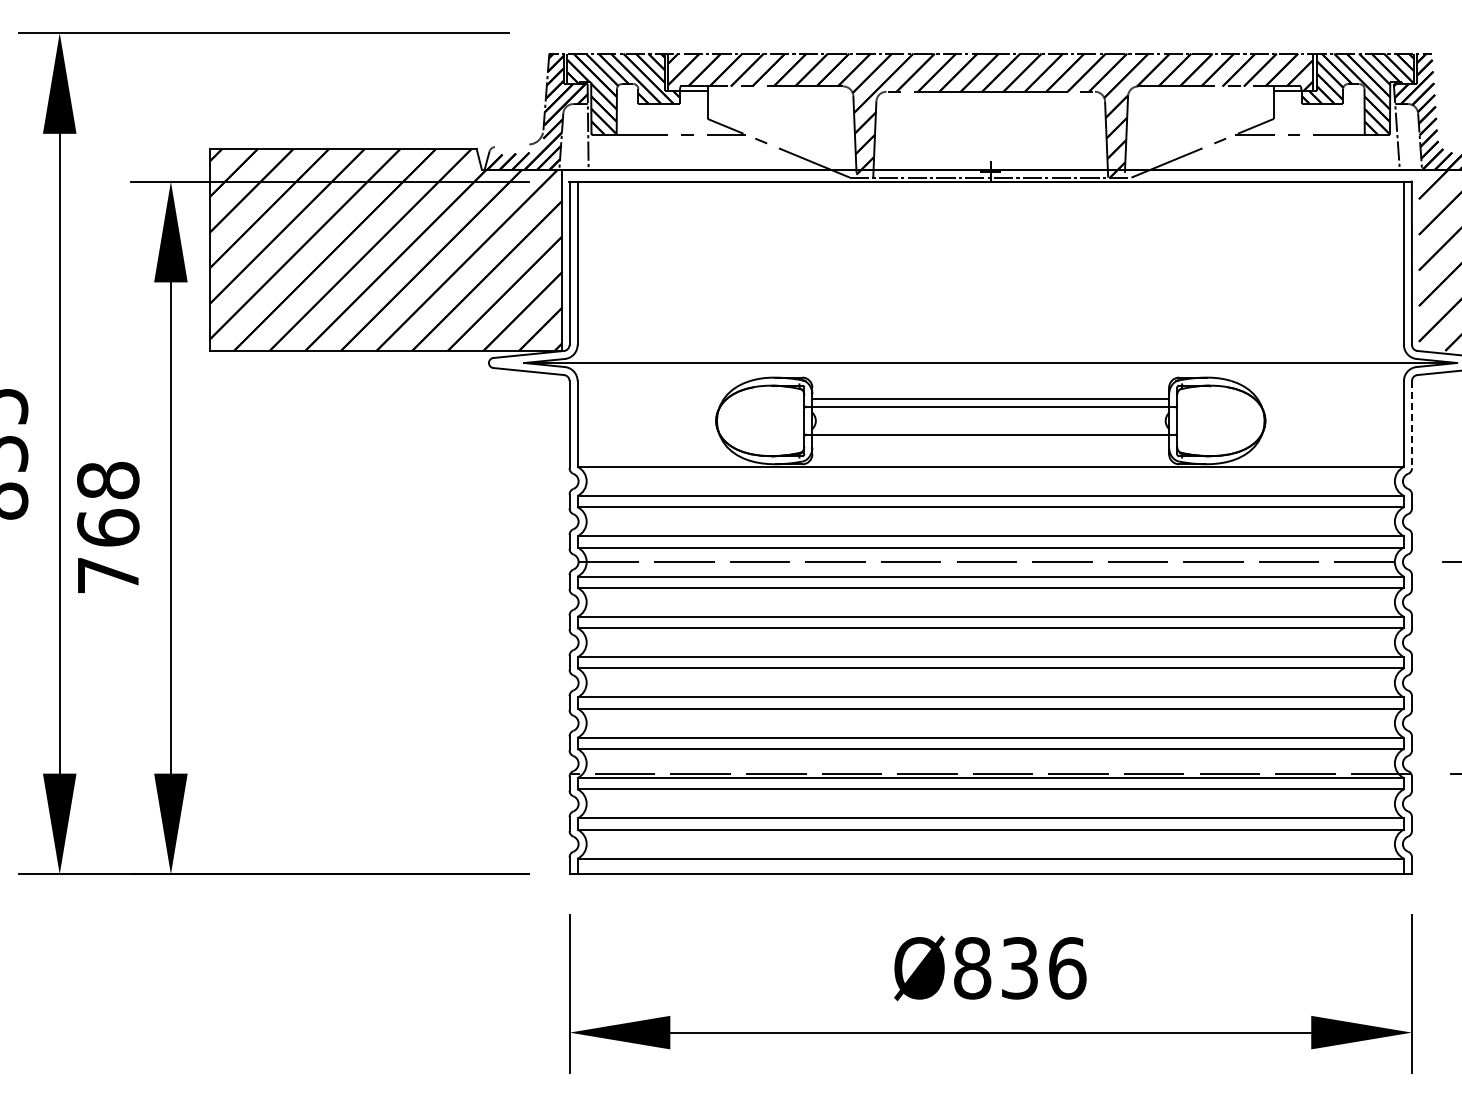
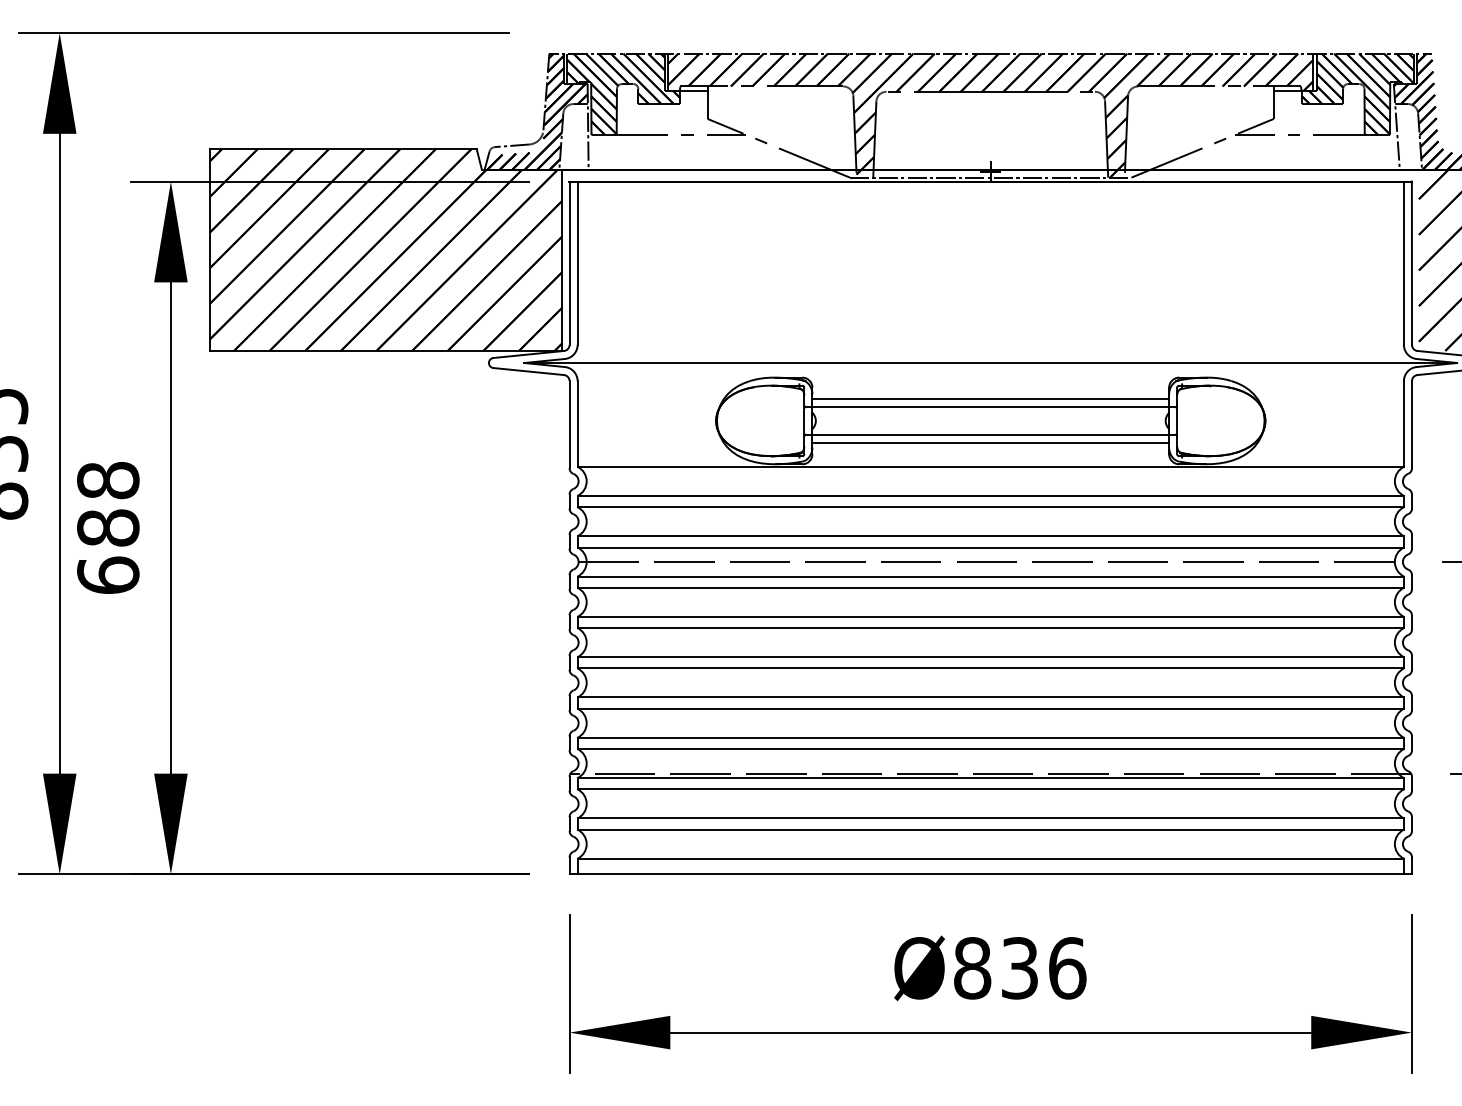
line at (511, 145): none -> present
line at (1412, 424): dashed -> solid
line at (990, 442): none -> present
text at (108, 551): 768 -> 688
